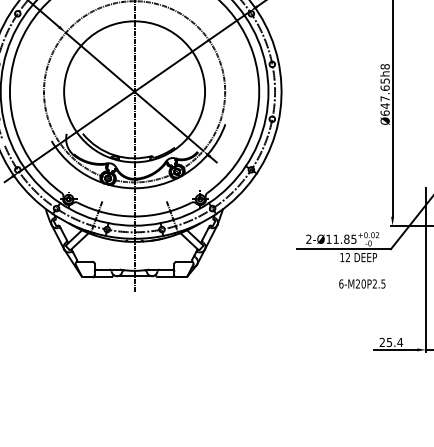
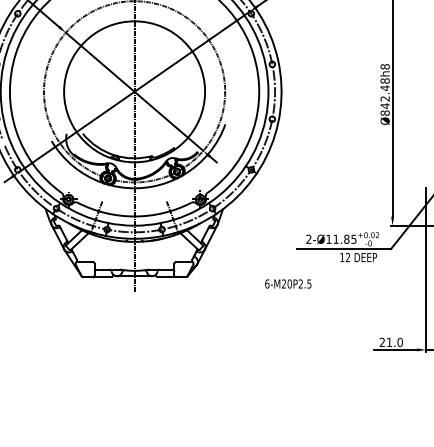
text at (384, 96): Ø647.65h8 -> Ø842.48h8
text at (362, 283) position: (362, 283) -> (288, 283)
text at (394, 342): 25.4 -> 21.0
